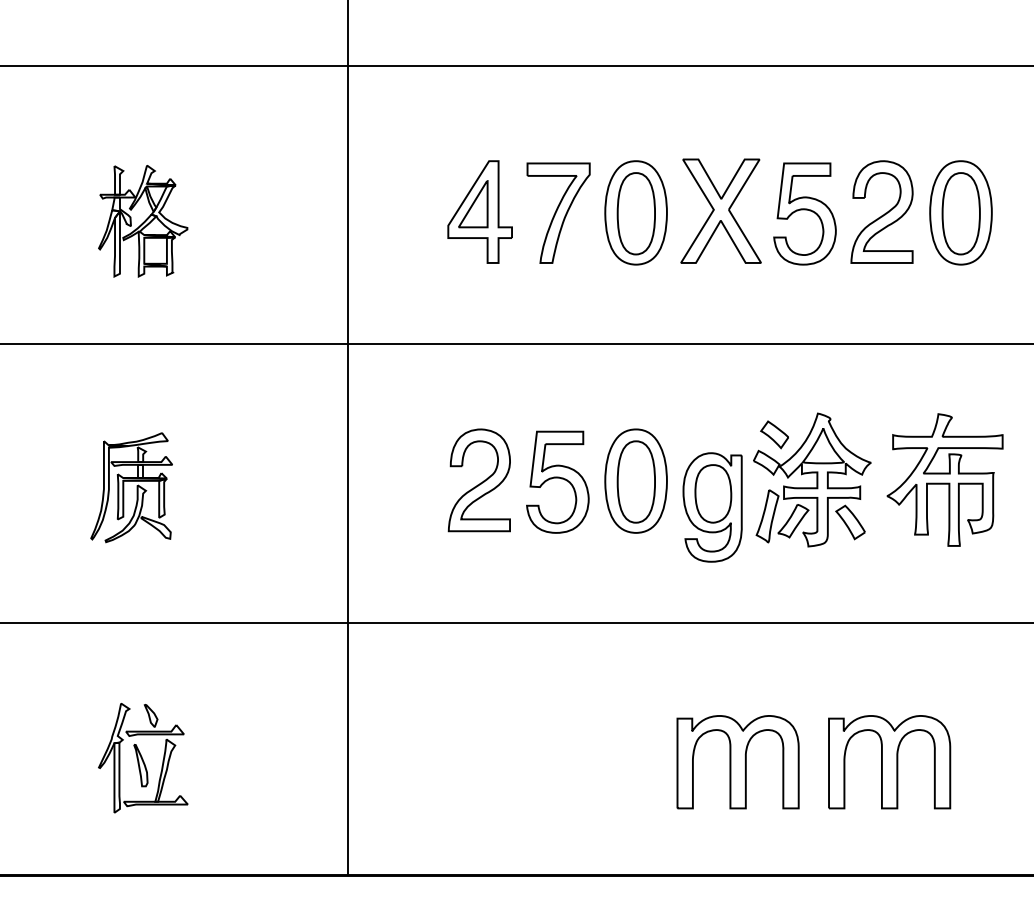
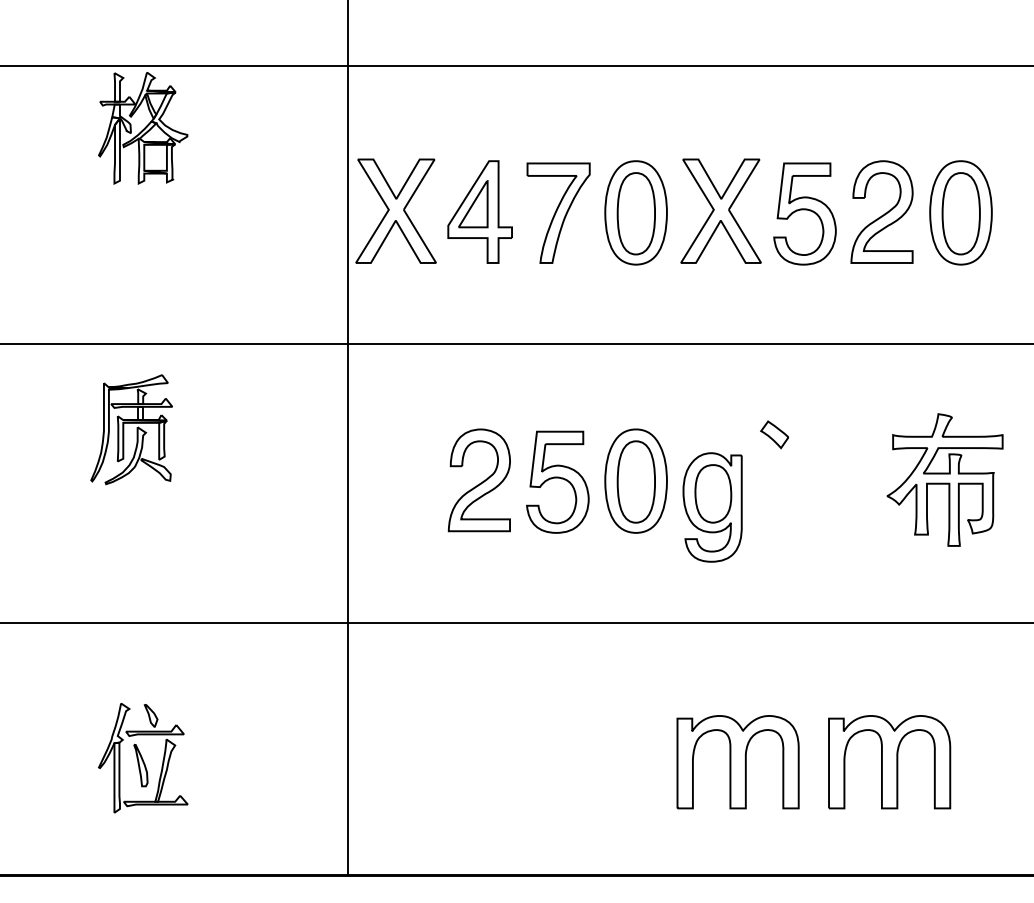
part at (395, 210): none -> present
part at (143, 221) position: (143, 221) -> (143, 128)
part at (812, 479): present -> none
part at (131, 487) position: (131, 487) -> (131, 429)
